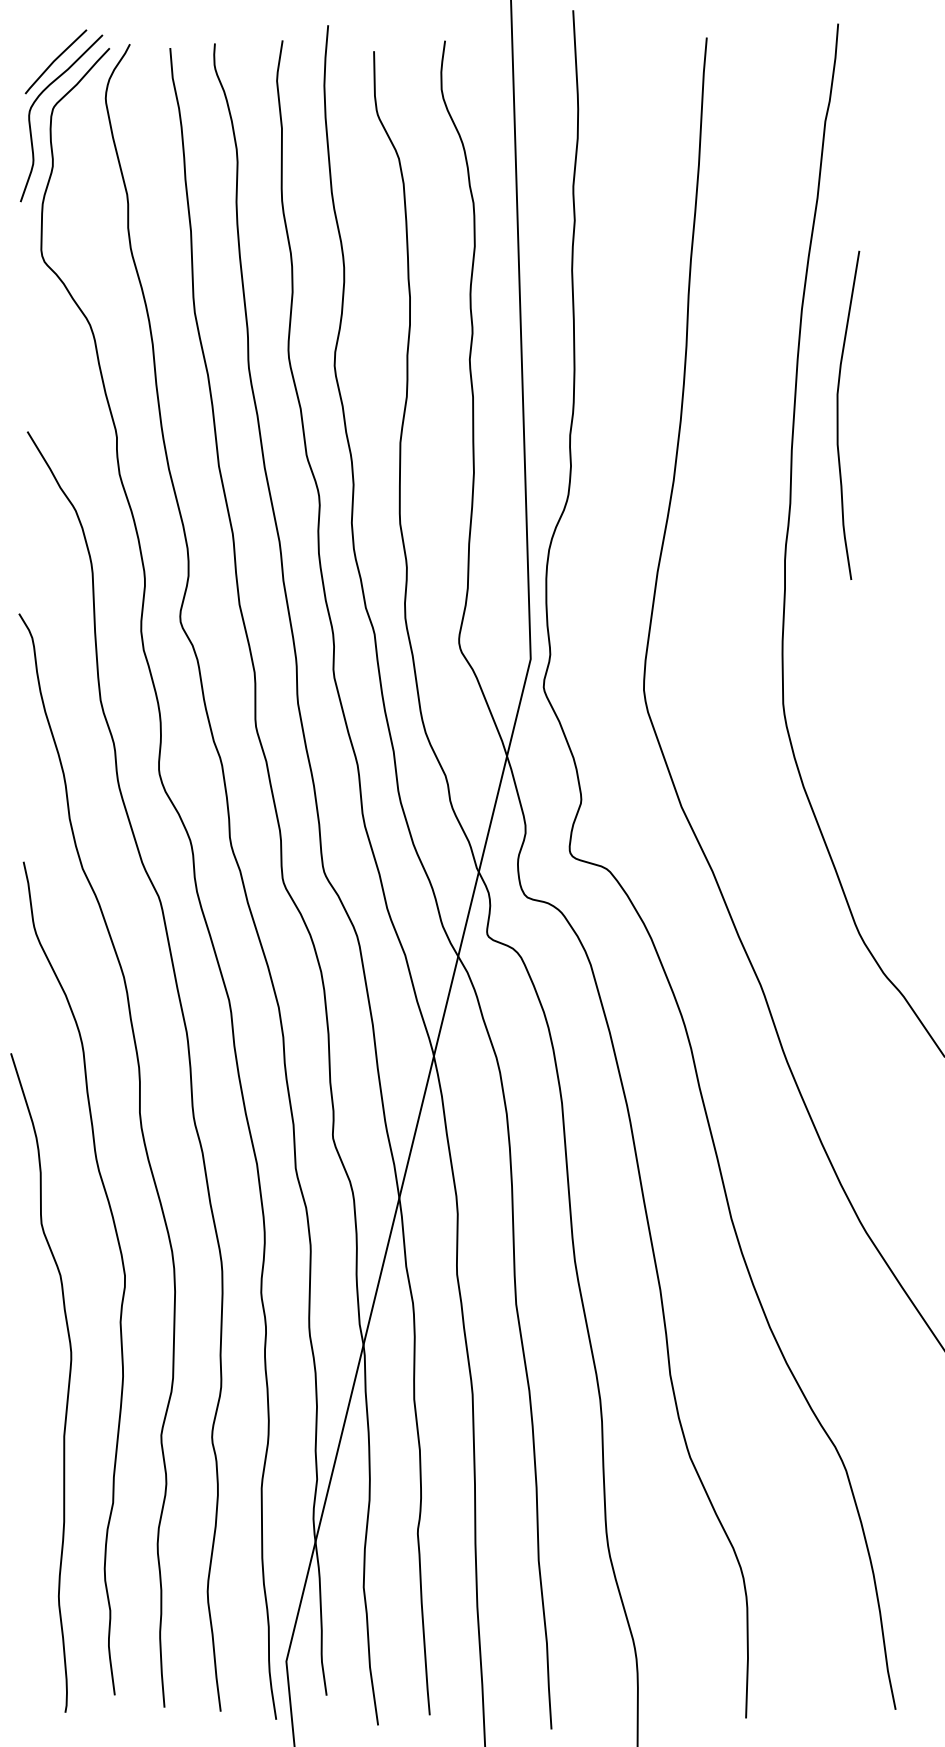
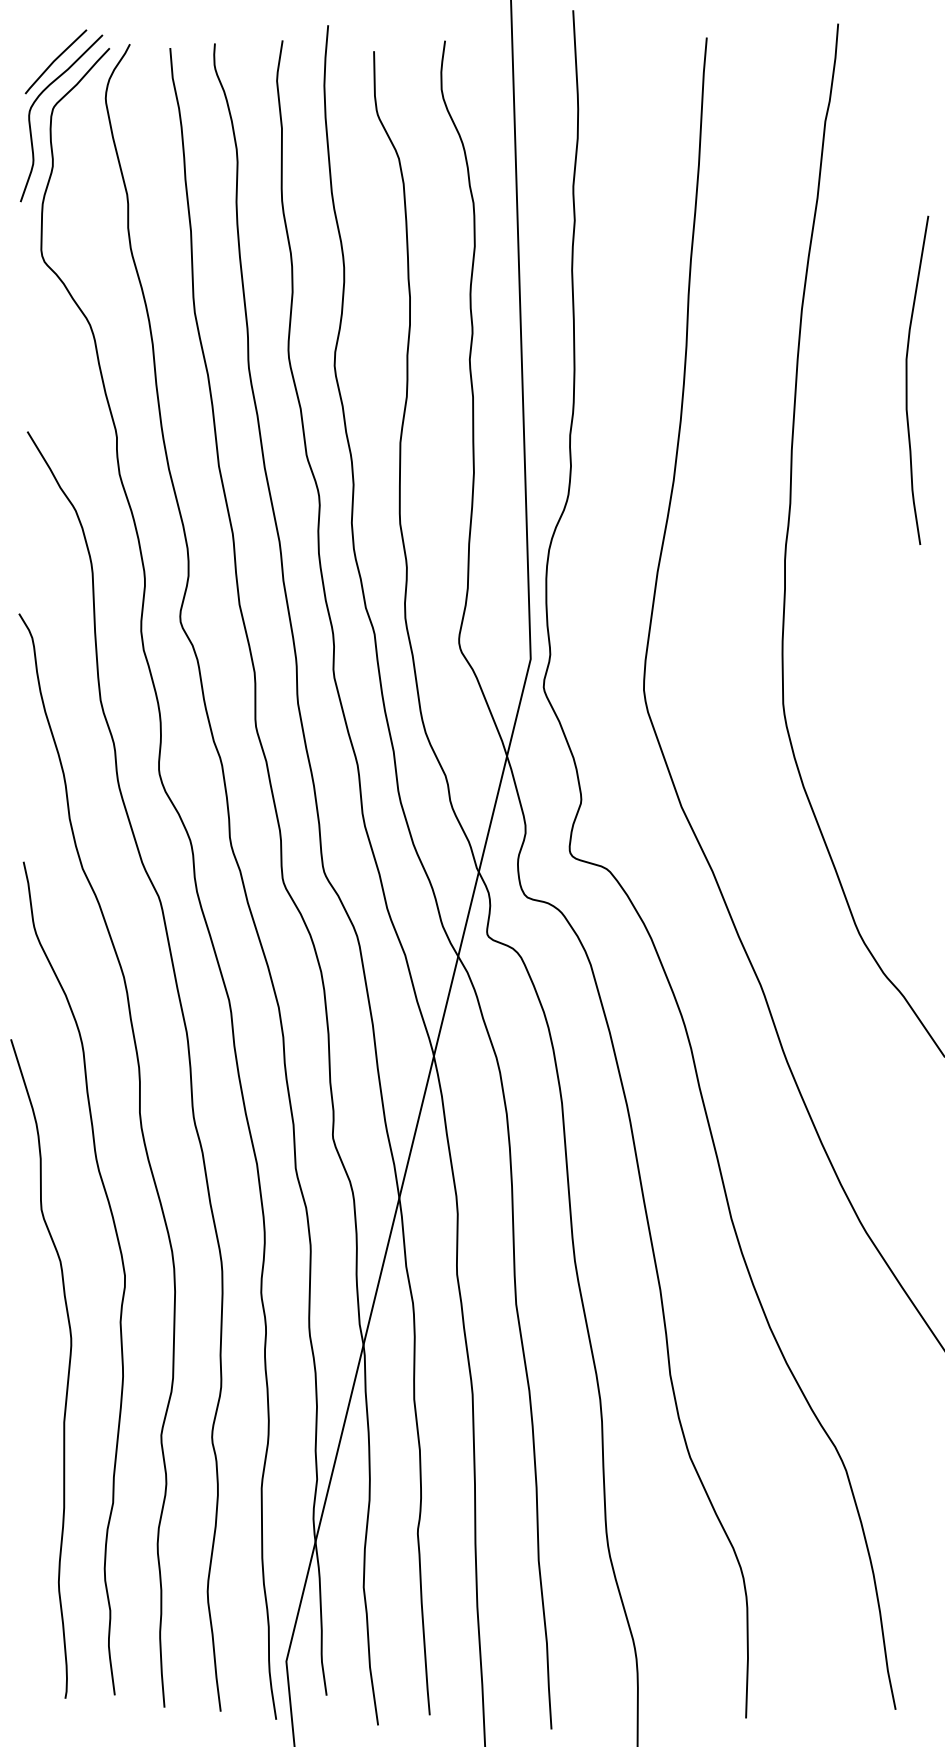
curve at (838, 414) position: (838, 414) -> (907, 379)
curve at (67, 1388) position: (67, 1388) -> (67, 1374)
